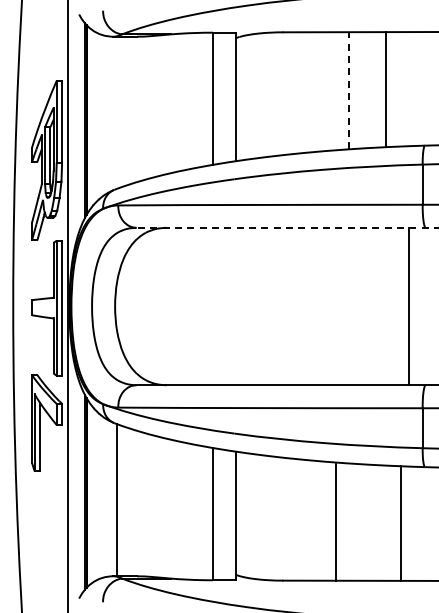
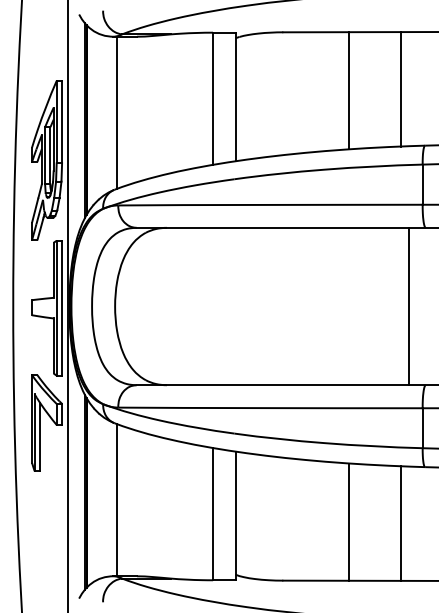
line at (386, 89) position: (386, 89) -> (401, 89)
line at (349, 90): dashed -> solid
line at (116, 112): none -> present
line at (287, 227): dashed -> solid
line at (336, 521) position: (336, 521) -> (349, 521)
